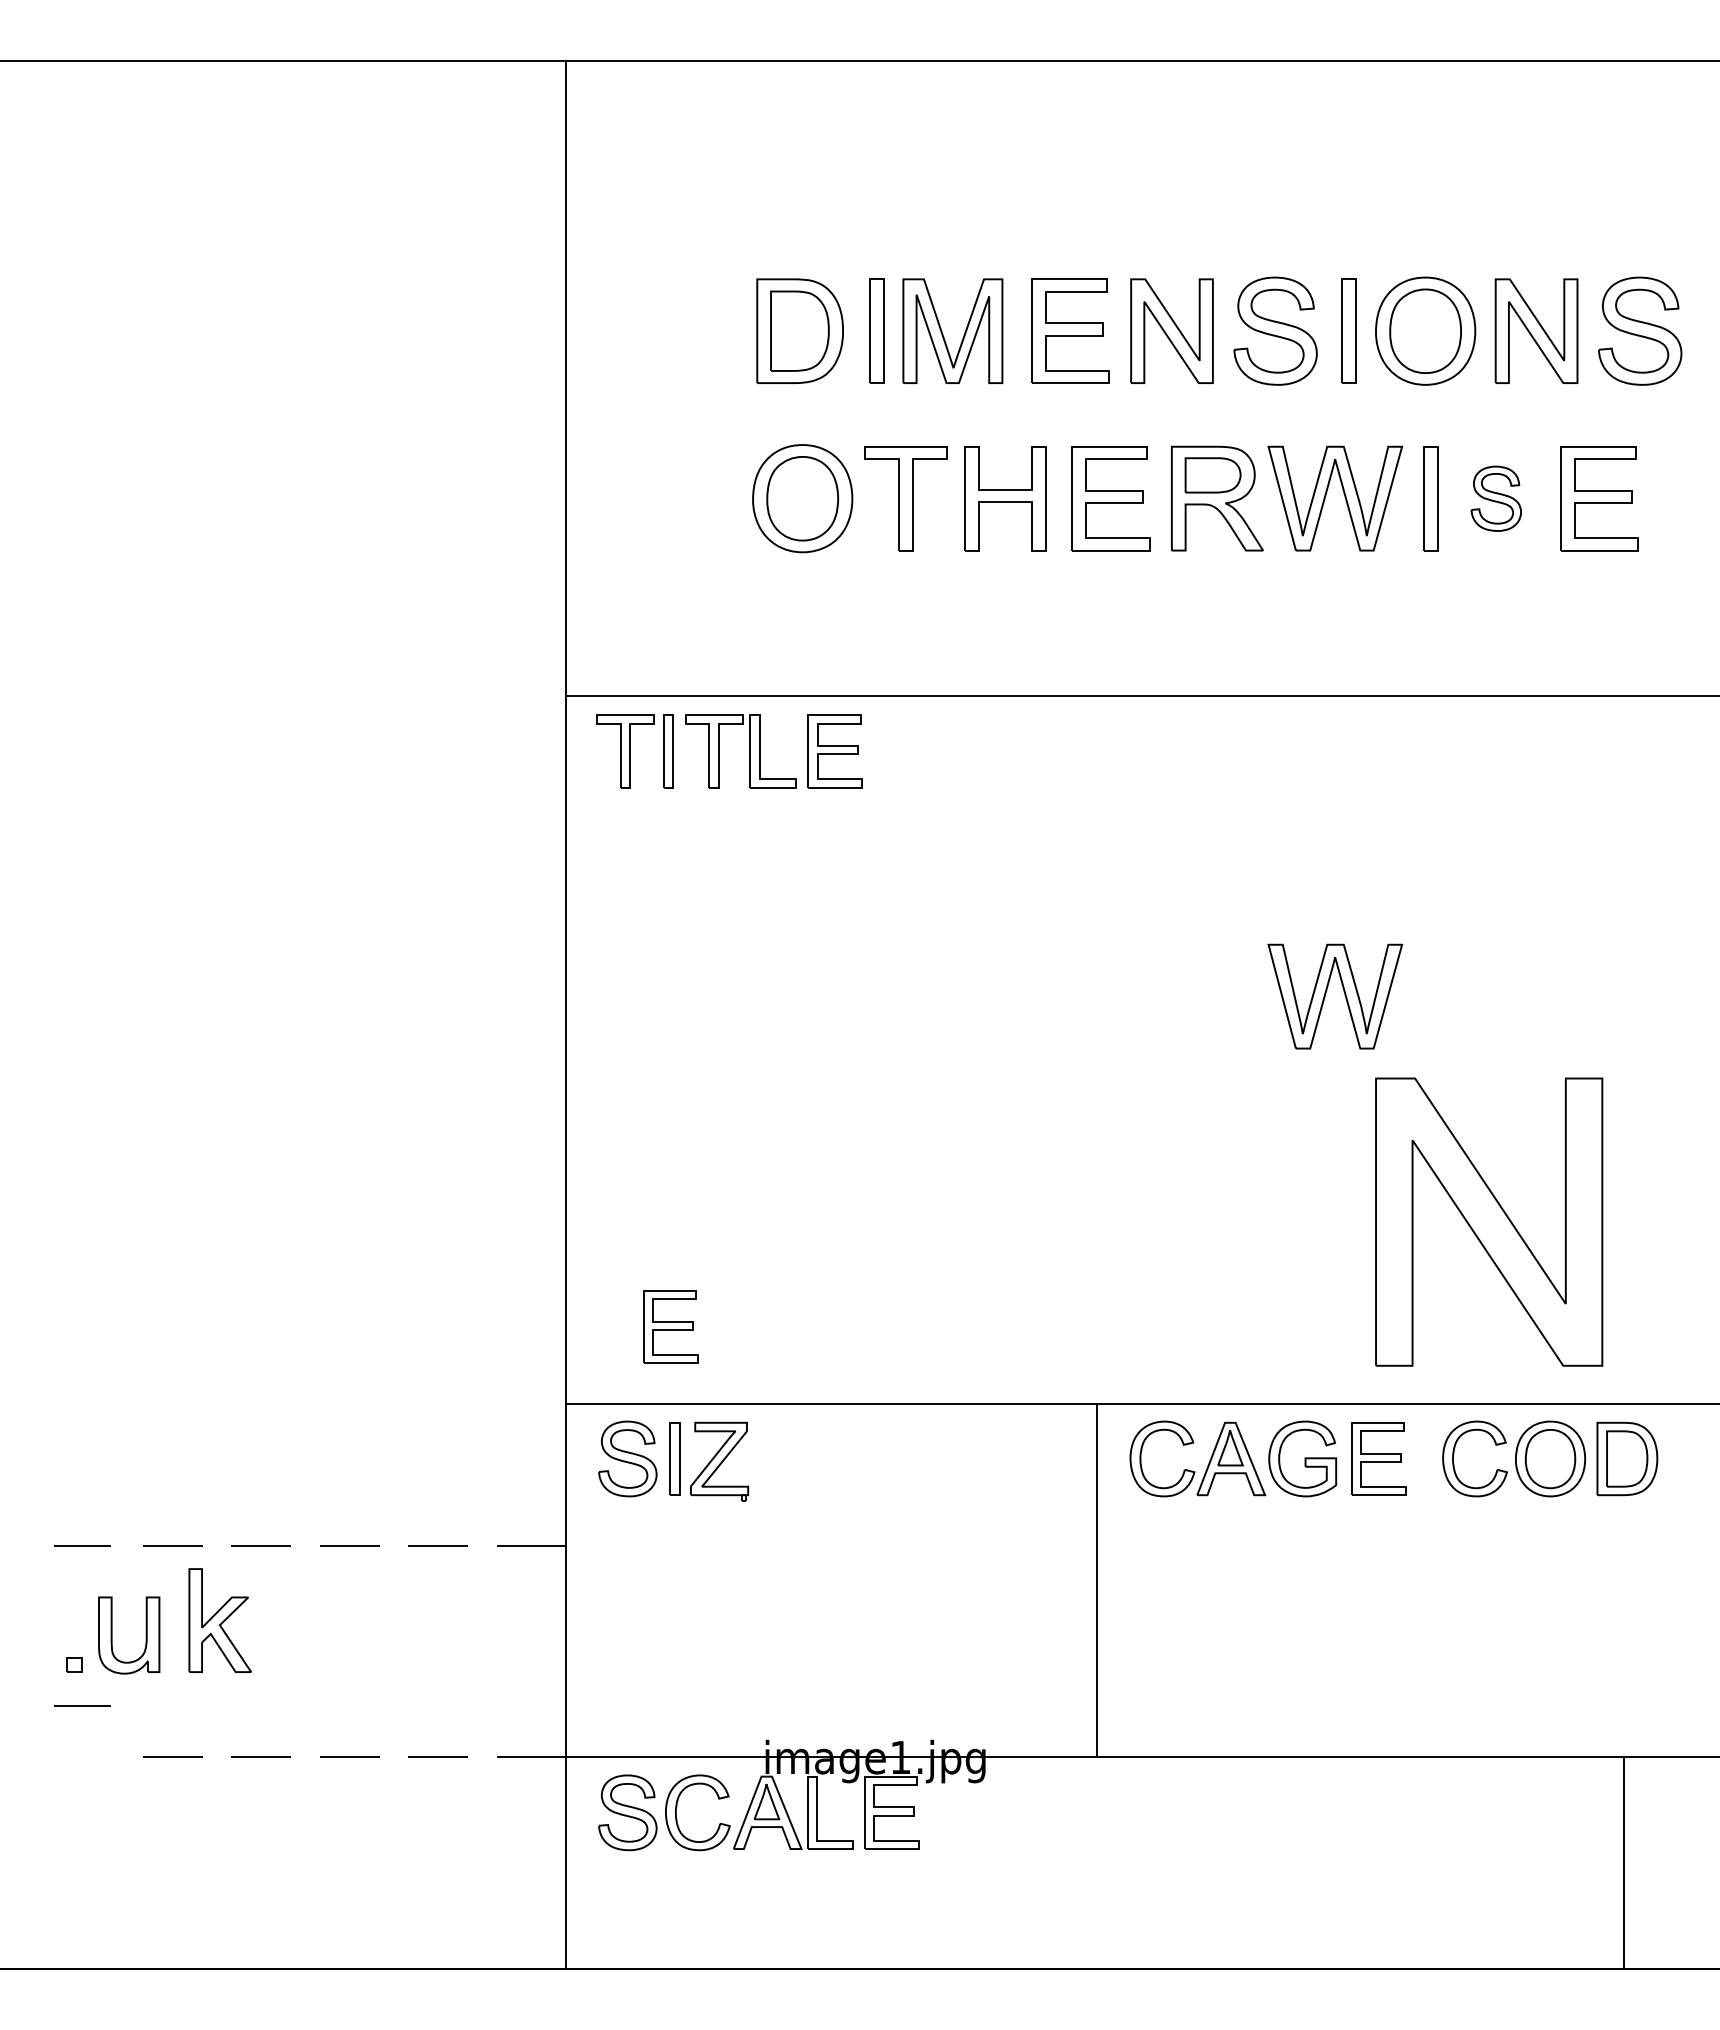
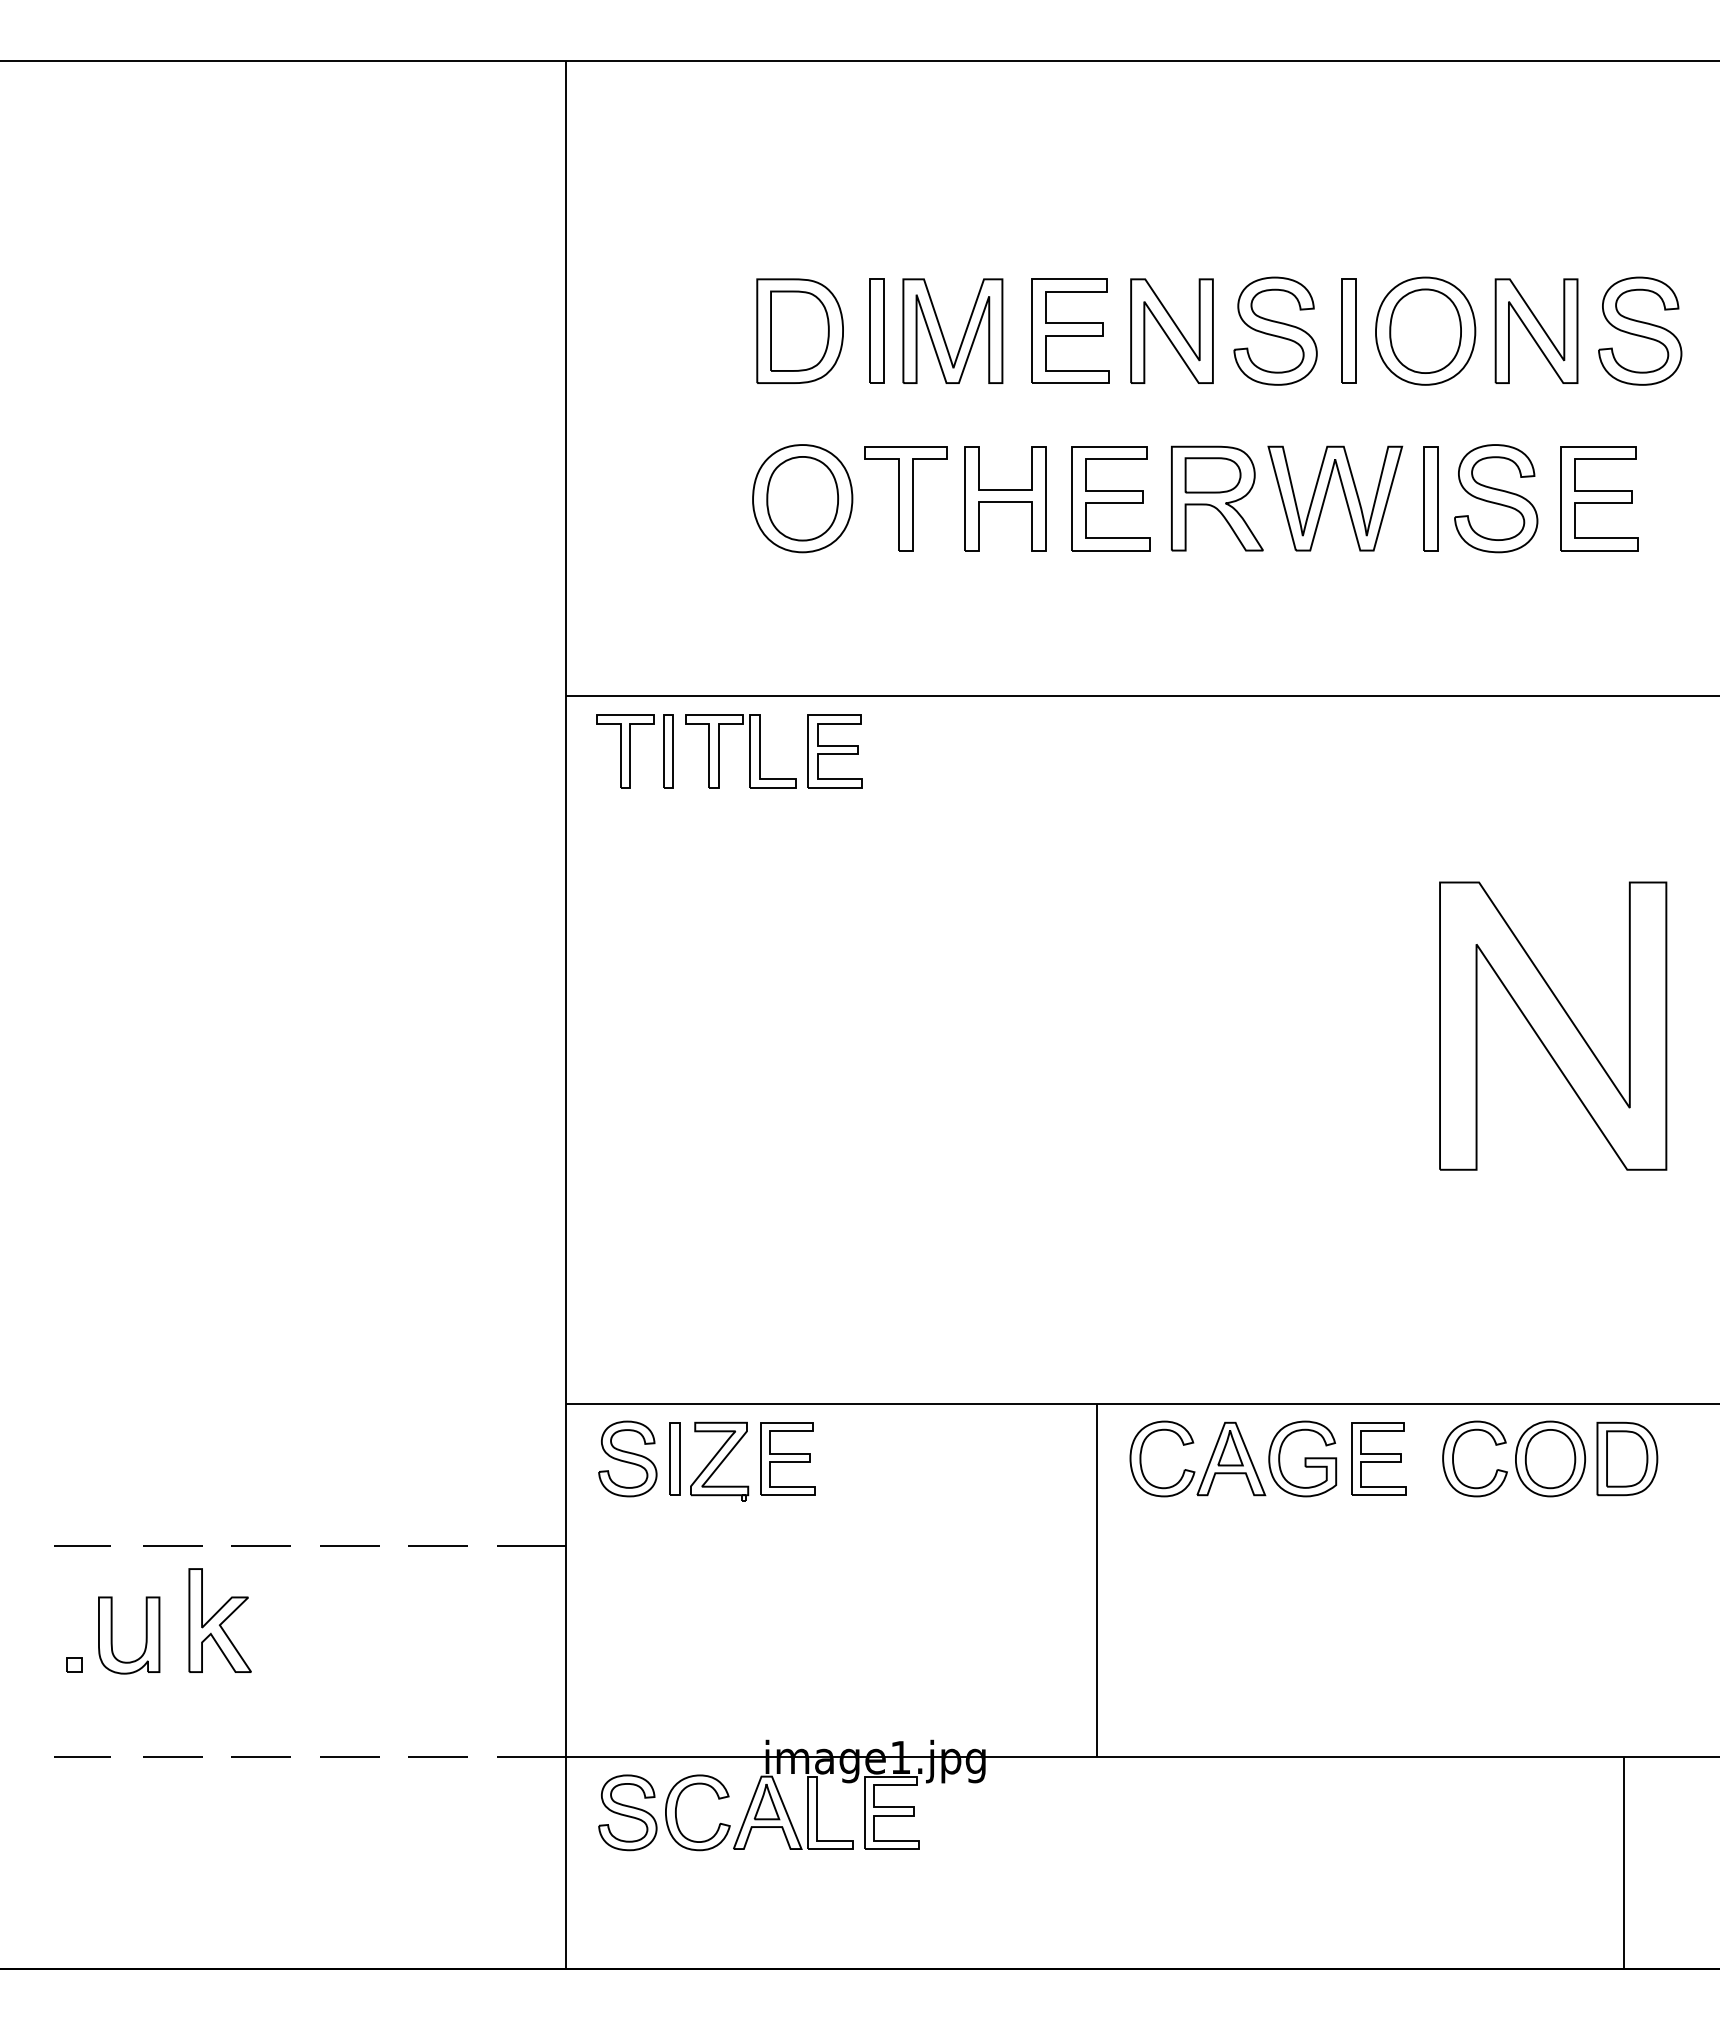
part at (1495, 498) size: 52x67 px -> 85x110 px
part at (1344, 995): present -> none
part at (1489, 1221) position: (1489, 1221) -> (1553, 1025)
part at (670, 1326) position: (670, 1326) -> (787, 1458)
line at (82, 1705) position: (82, 1705) -> (82, 1756)
